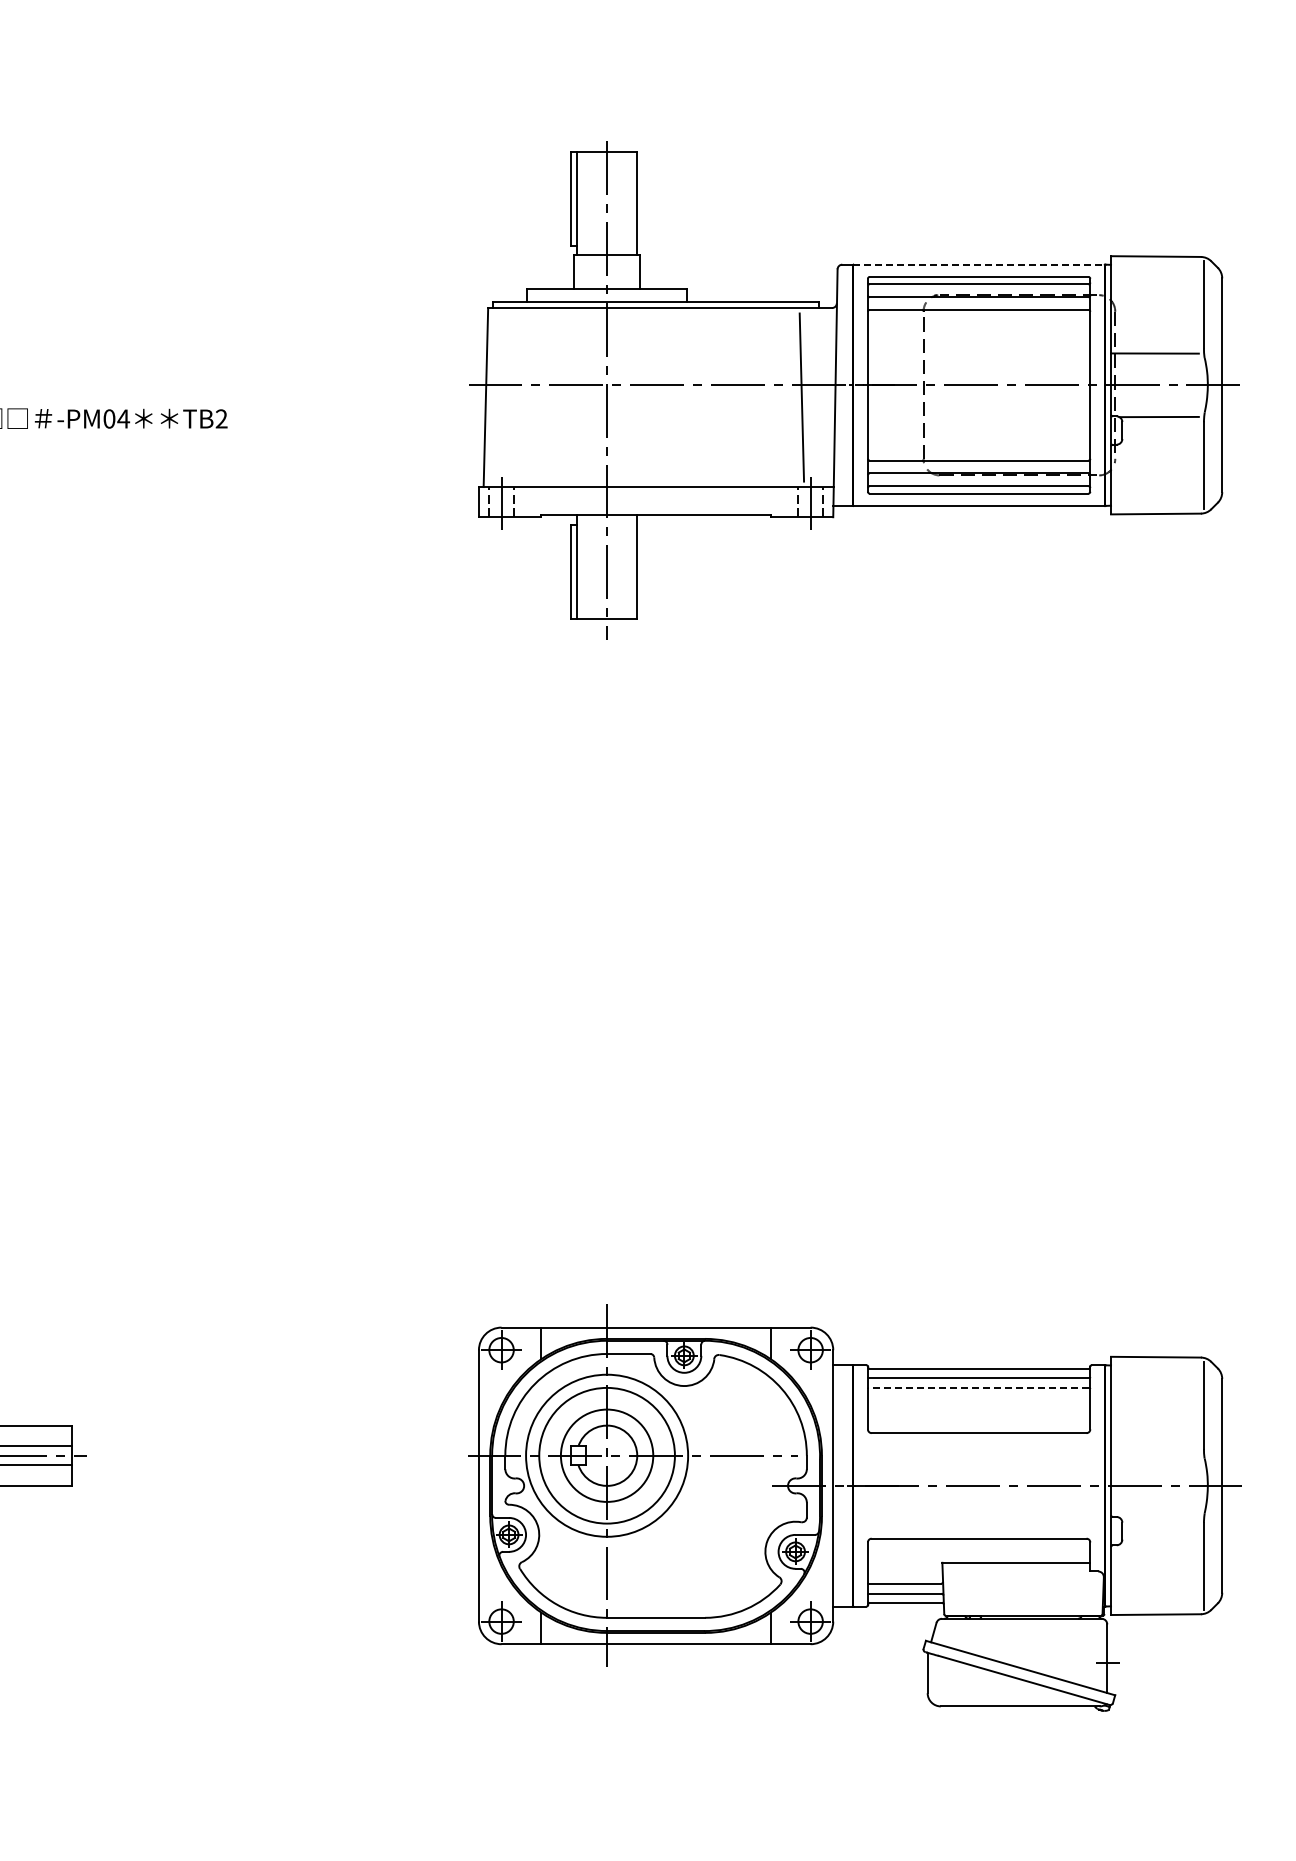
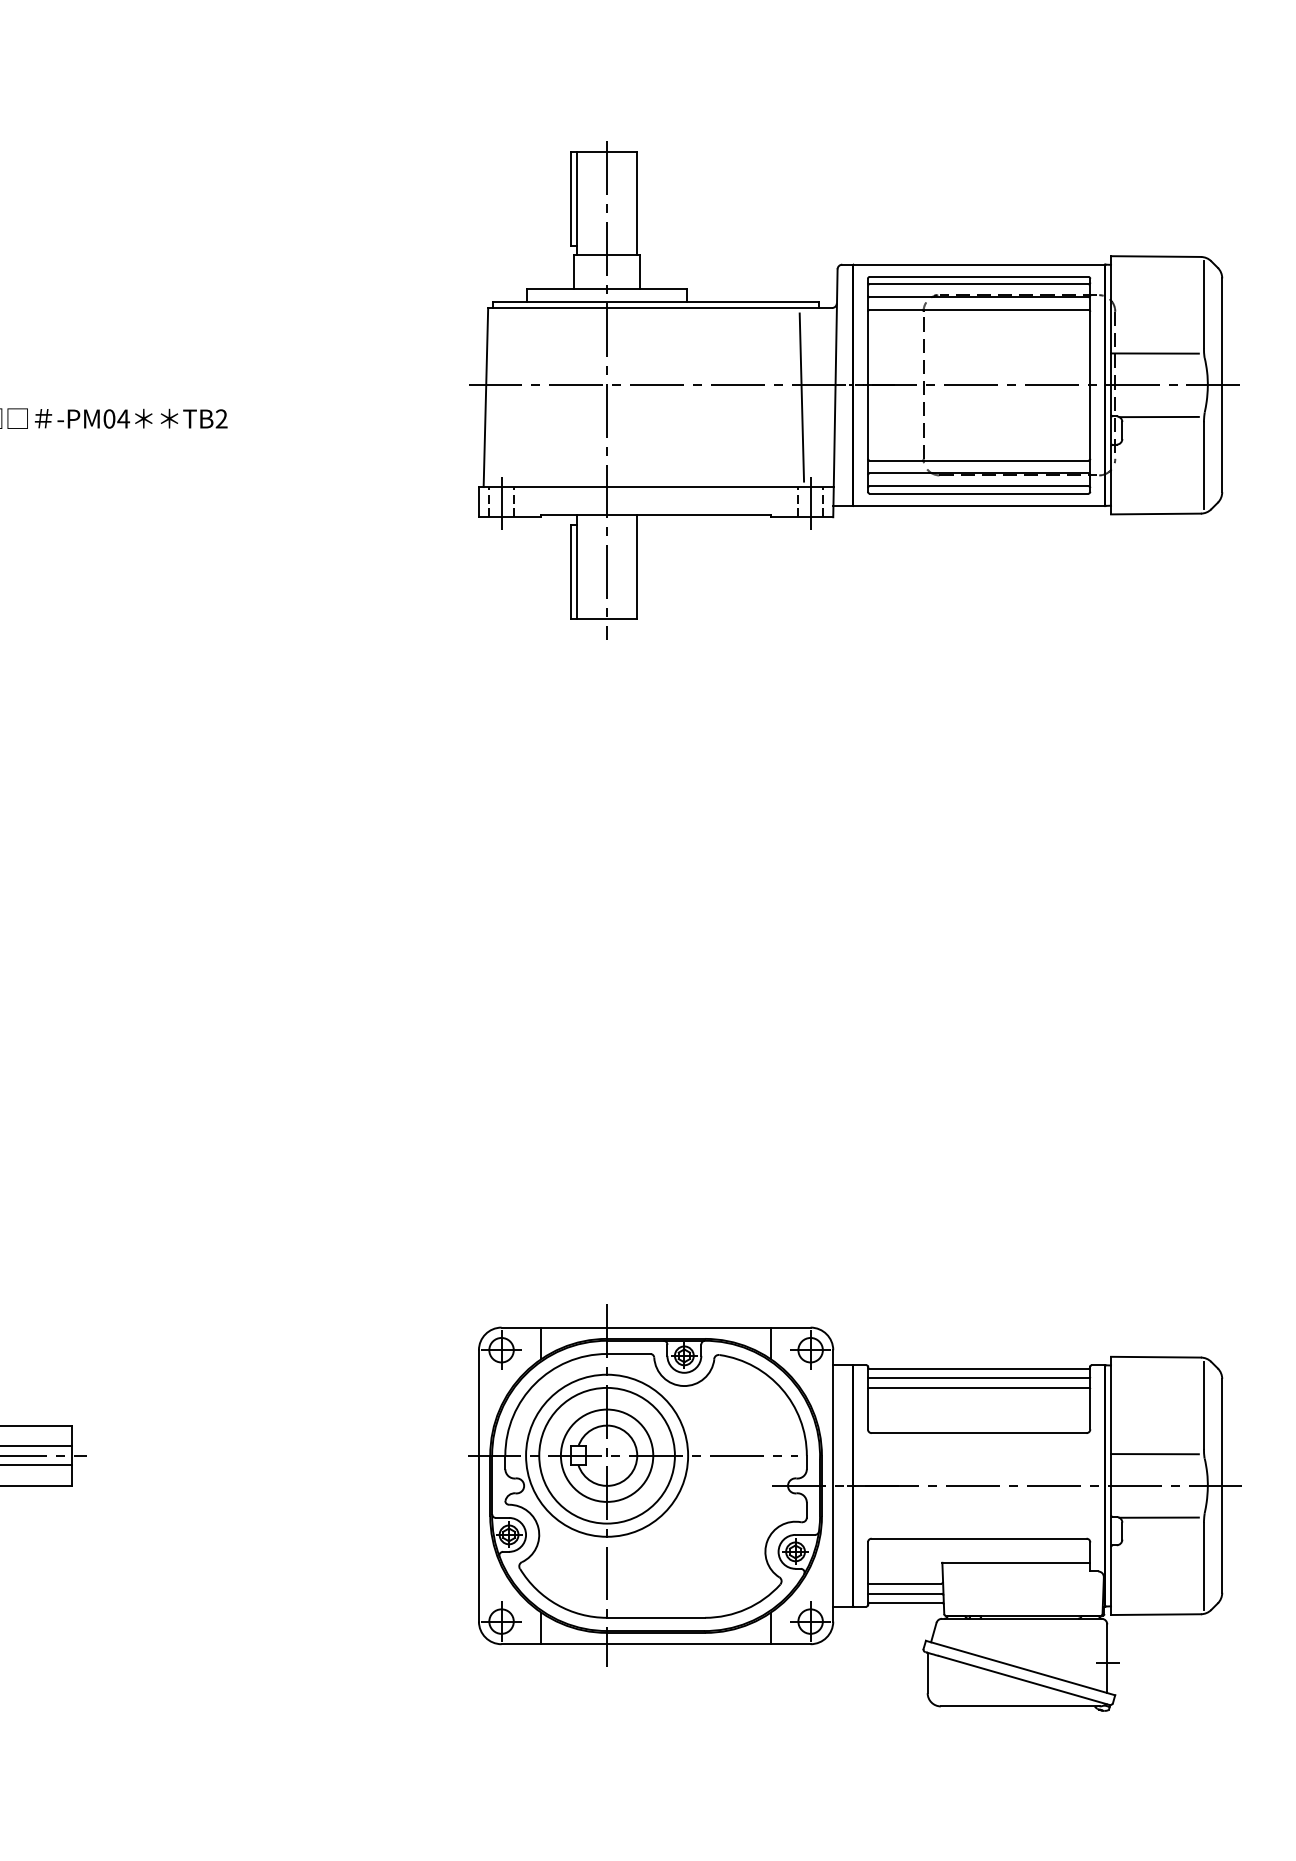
line at (979, 264): dashed -> solid
line at (978, 1388): dashed -> solid
line at (1154, 1454): none -> present
line at (1158, 1517): none -> present
